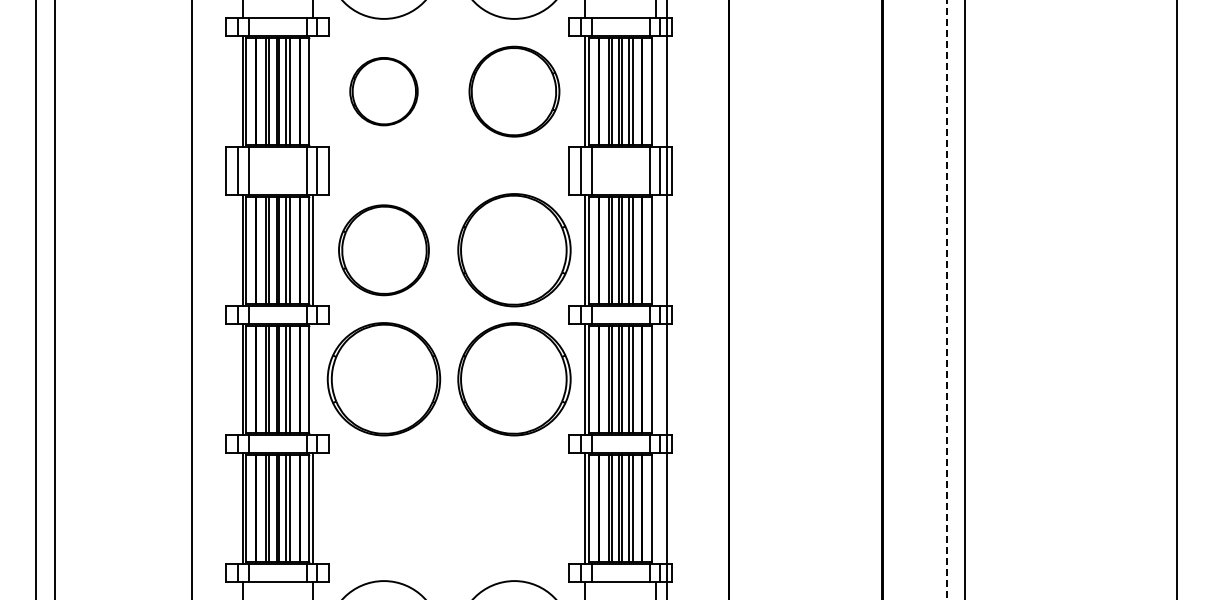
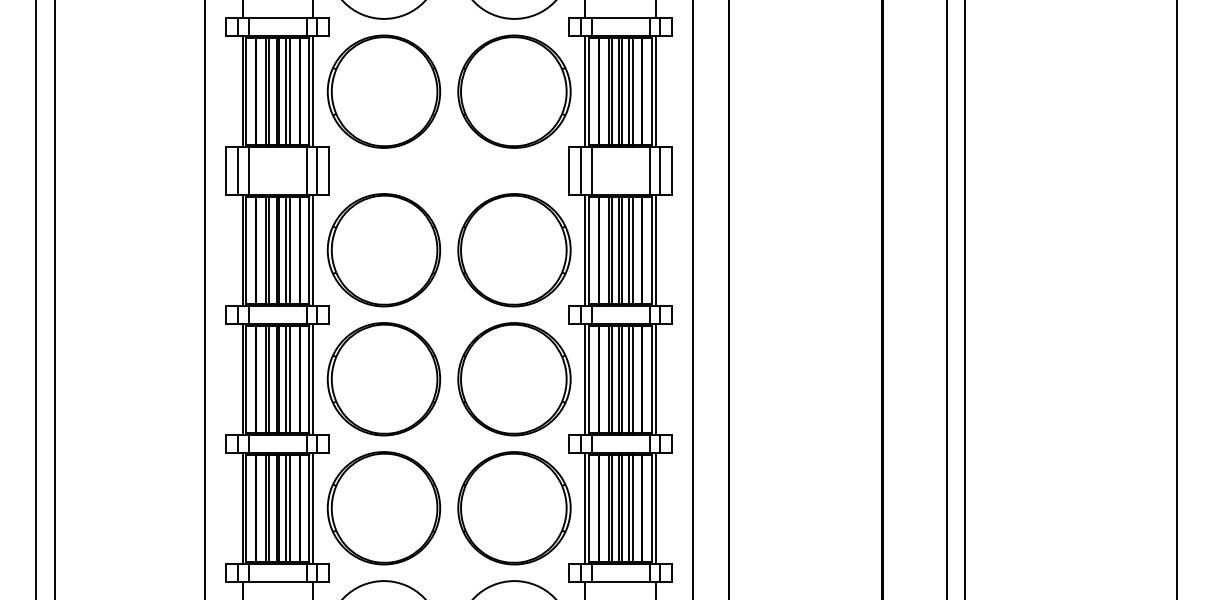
line at (313, 91): none -> present
part at (383, 91) size: 70x70 px -> 116x115 px
part at (514, 91) size: 93x93 px -> 115x115 px
line at (655, 91): none -> present
line at (655, 249): none -> present
part at (383, 250) size: 92x93 px -> 116x115 px
line at (192, 299) position: (192, 299) -> (205, 299)
line at (667, 299) position: (667, 299) -> (693, 299)
line at (946, 299): dashed -> solid
line at (313, 378): none -> present
line at (655, 378): none -> present
line at (655, 507): none -> present
part at (383, 508): none -> present
part at (514, 508): none -> present
